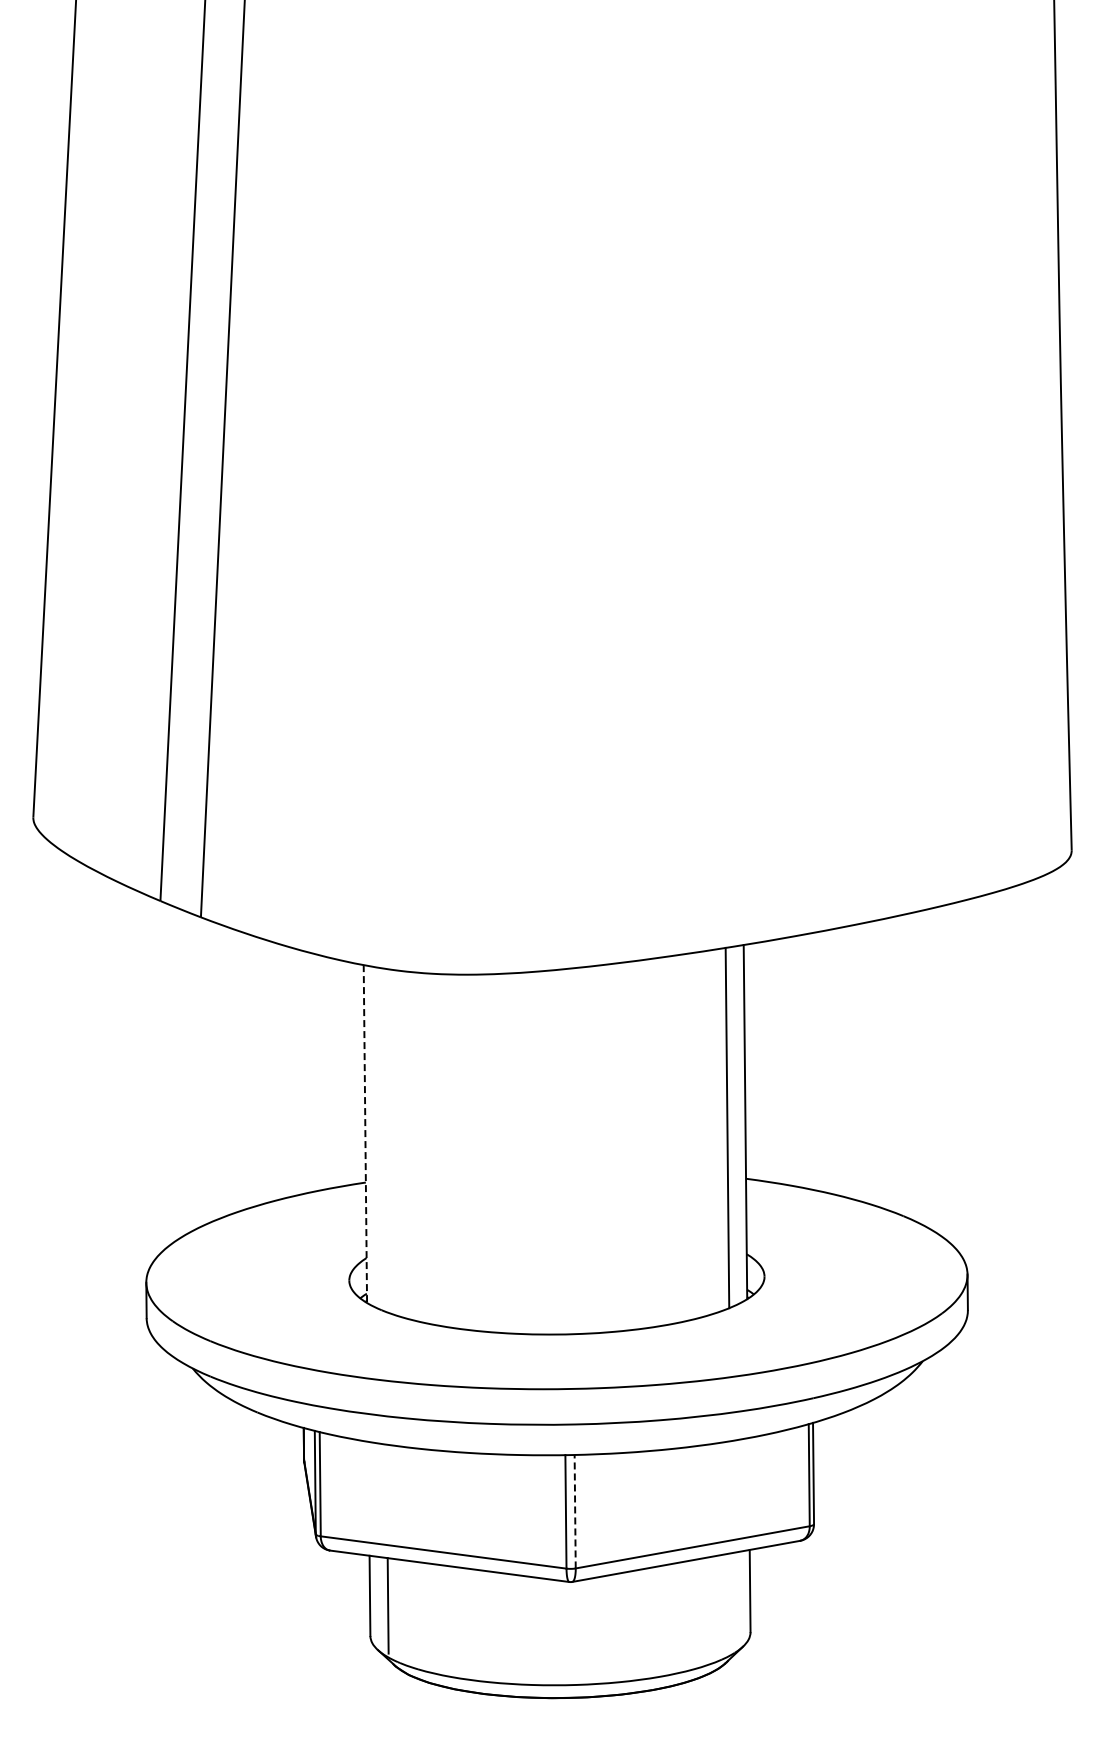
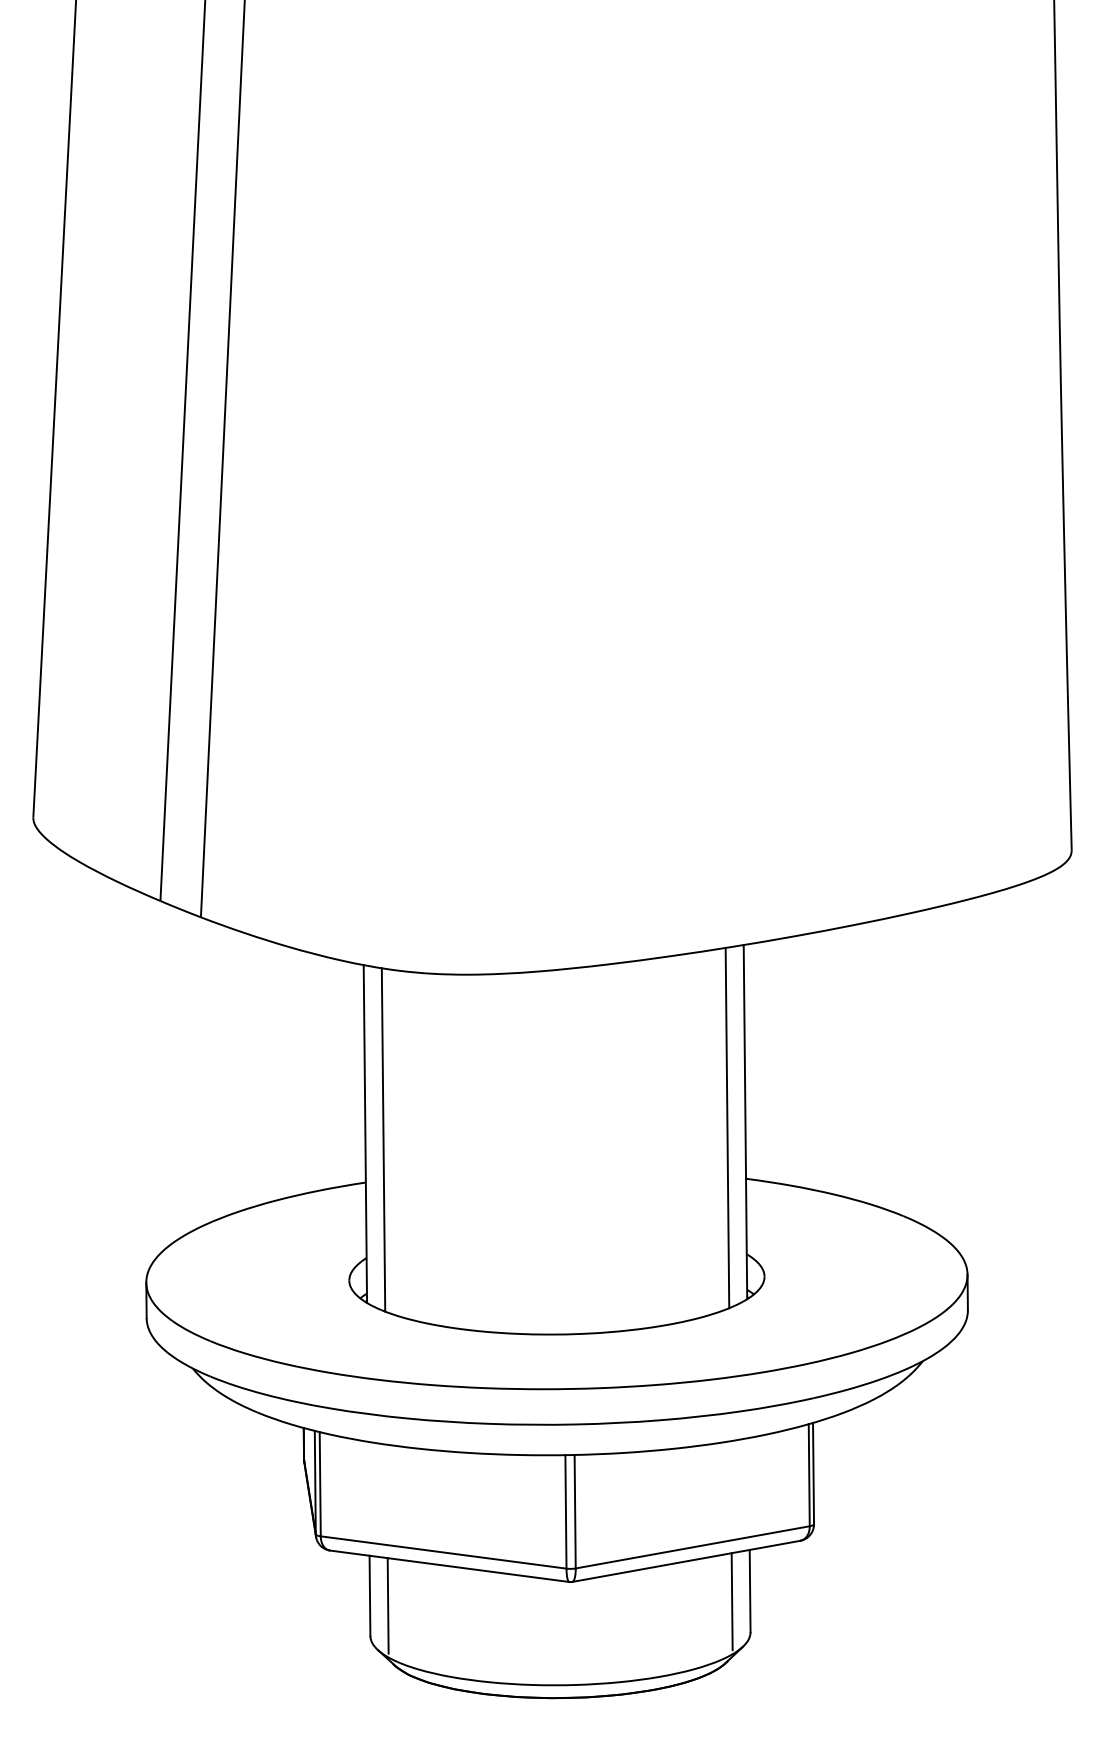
line at (365, 1134): dashed -> solid
line at (383, 1139): none -> present
line at (575, 1511): dashed -> solid
line at (731, 1601): none -> present
